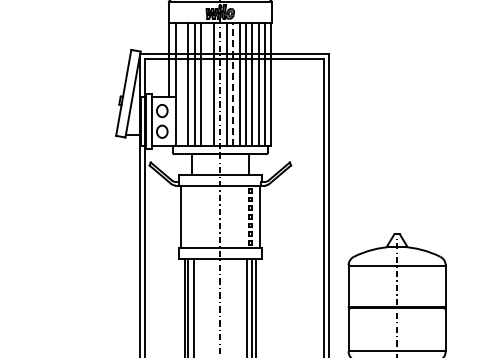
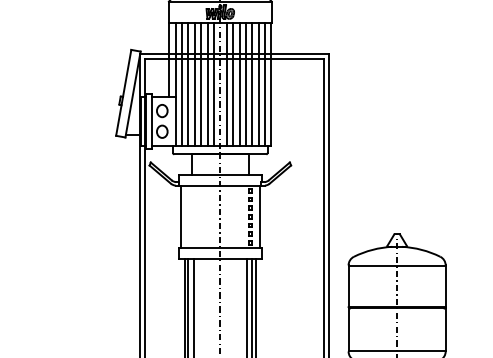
line at (182, 84): none -> present
line at (207, 84): none -> present
line at (233, 84): dashed -> solid
